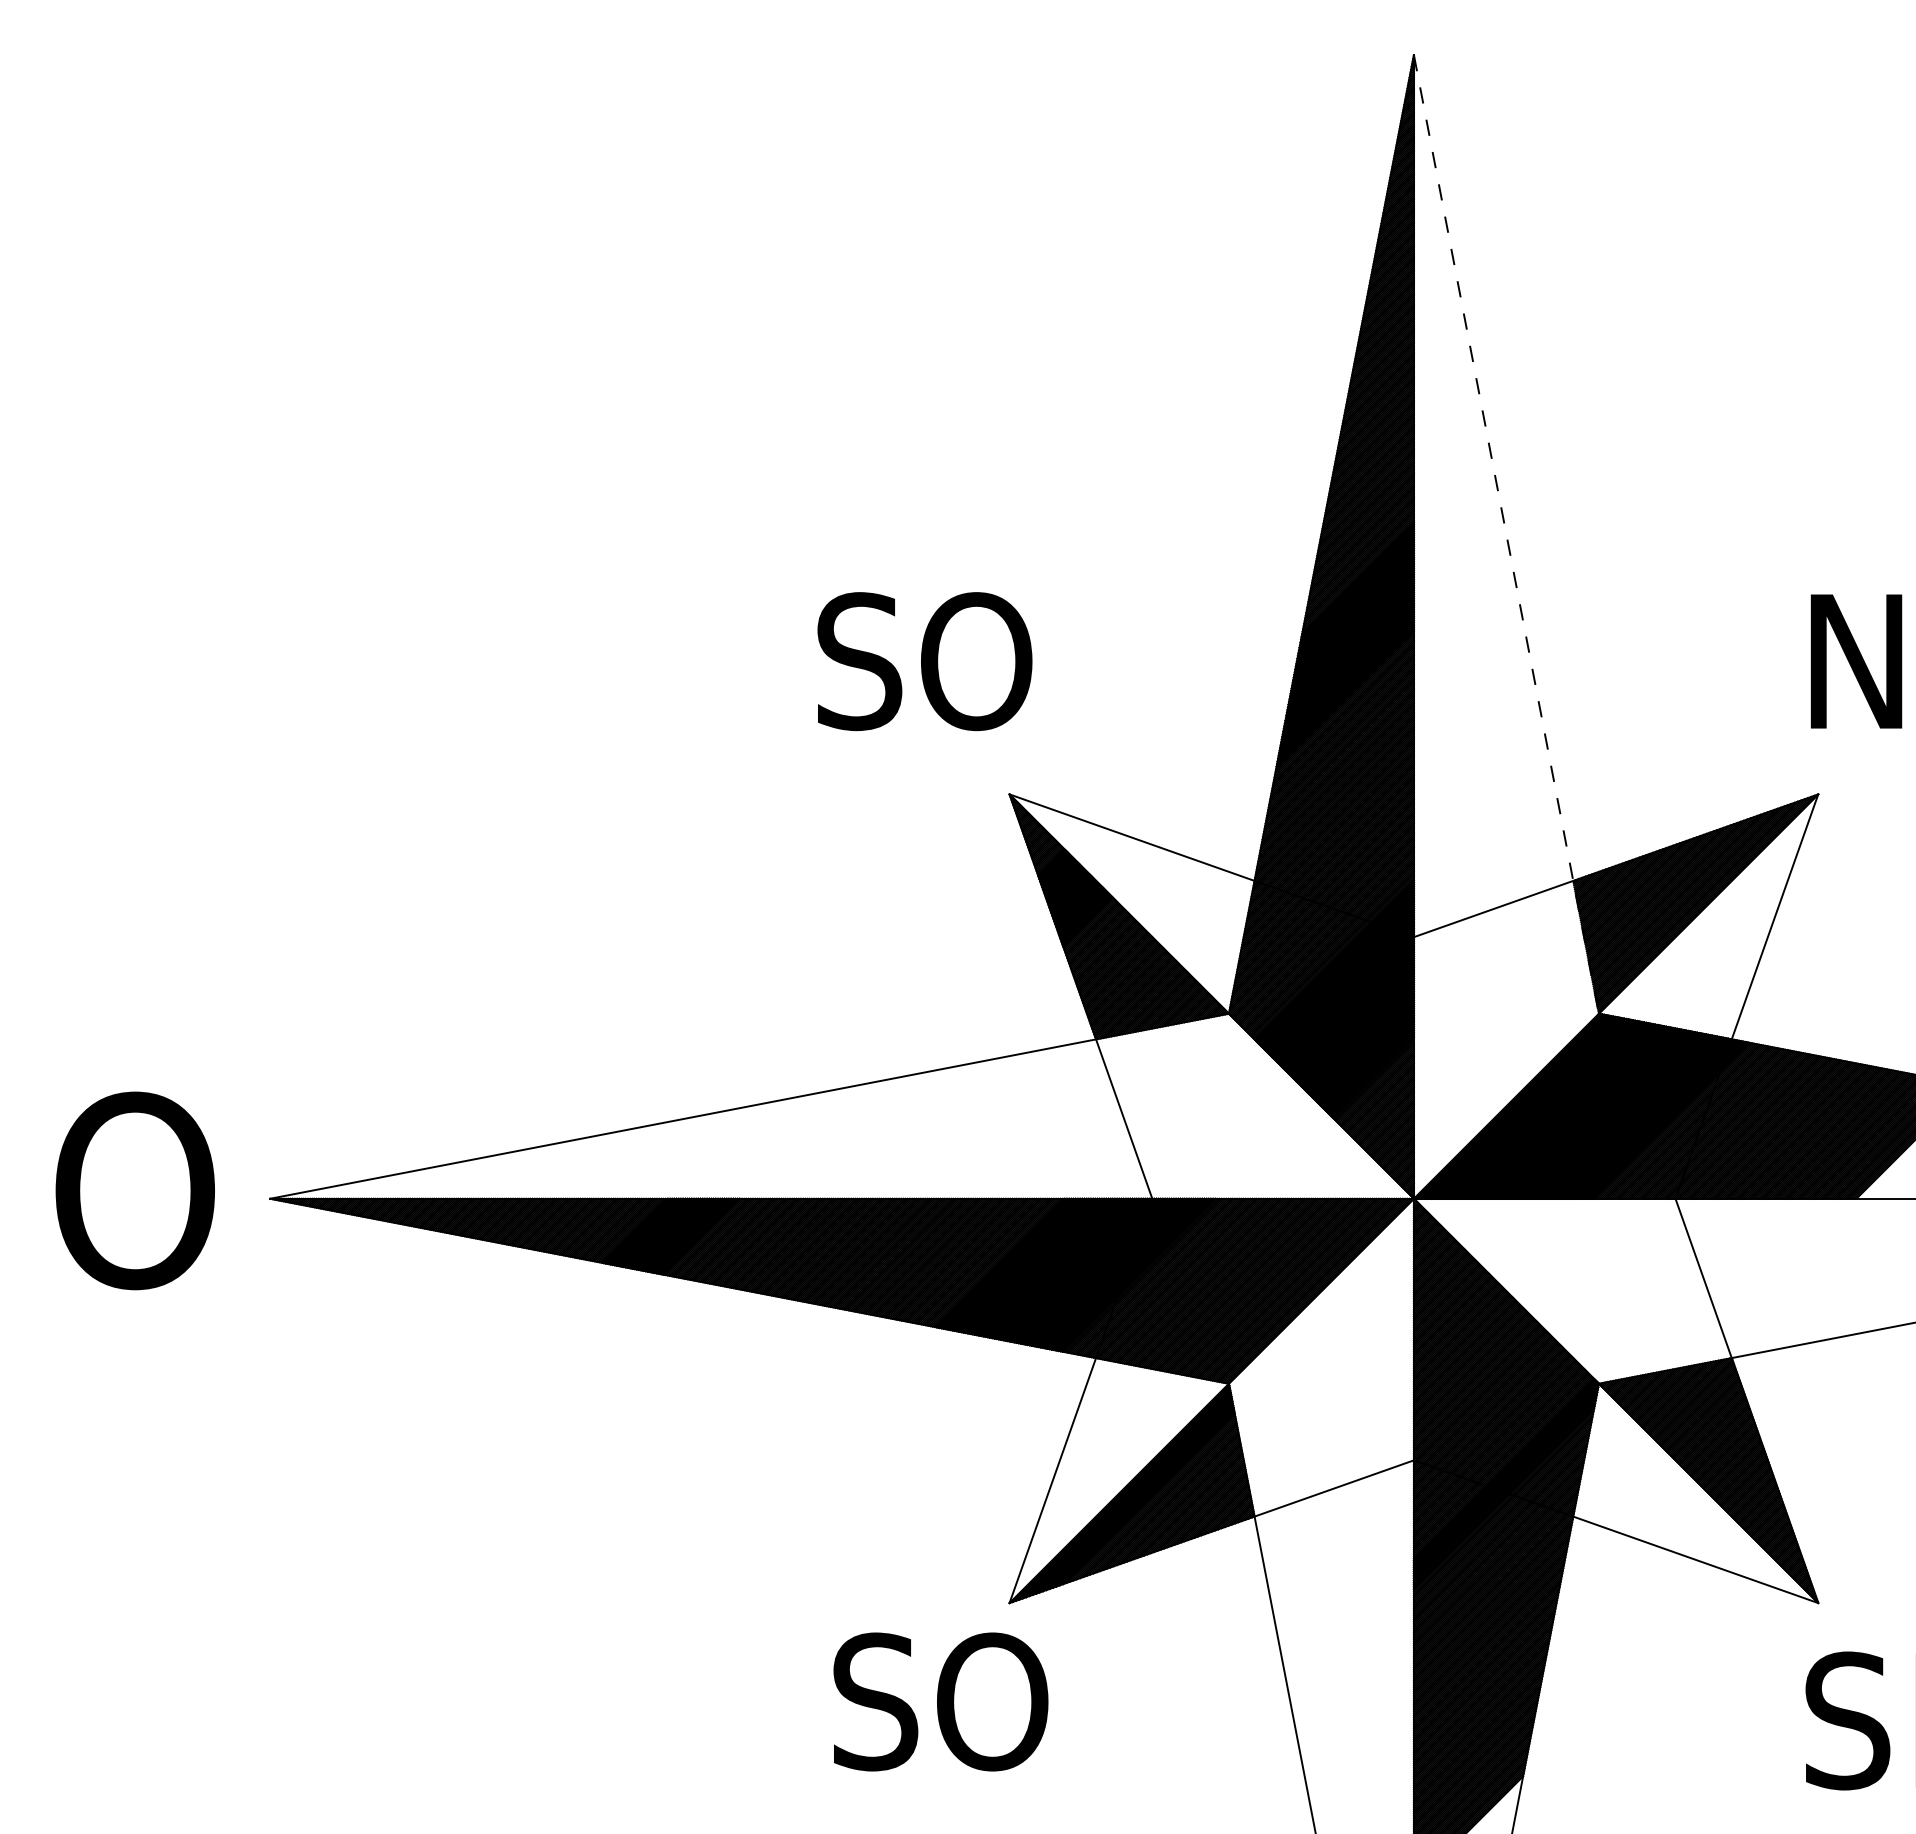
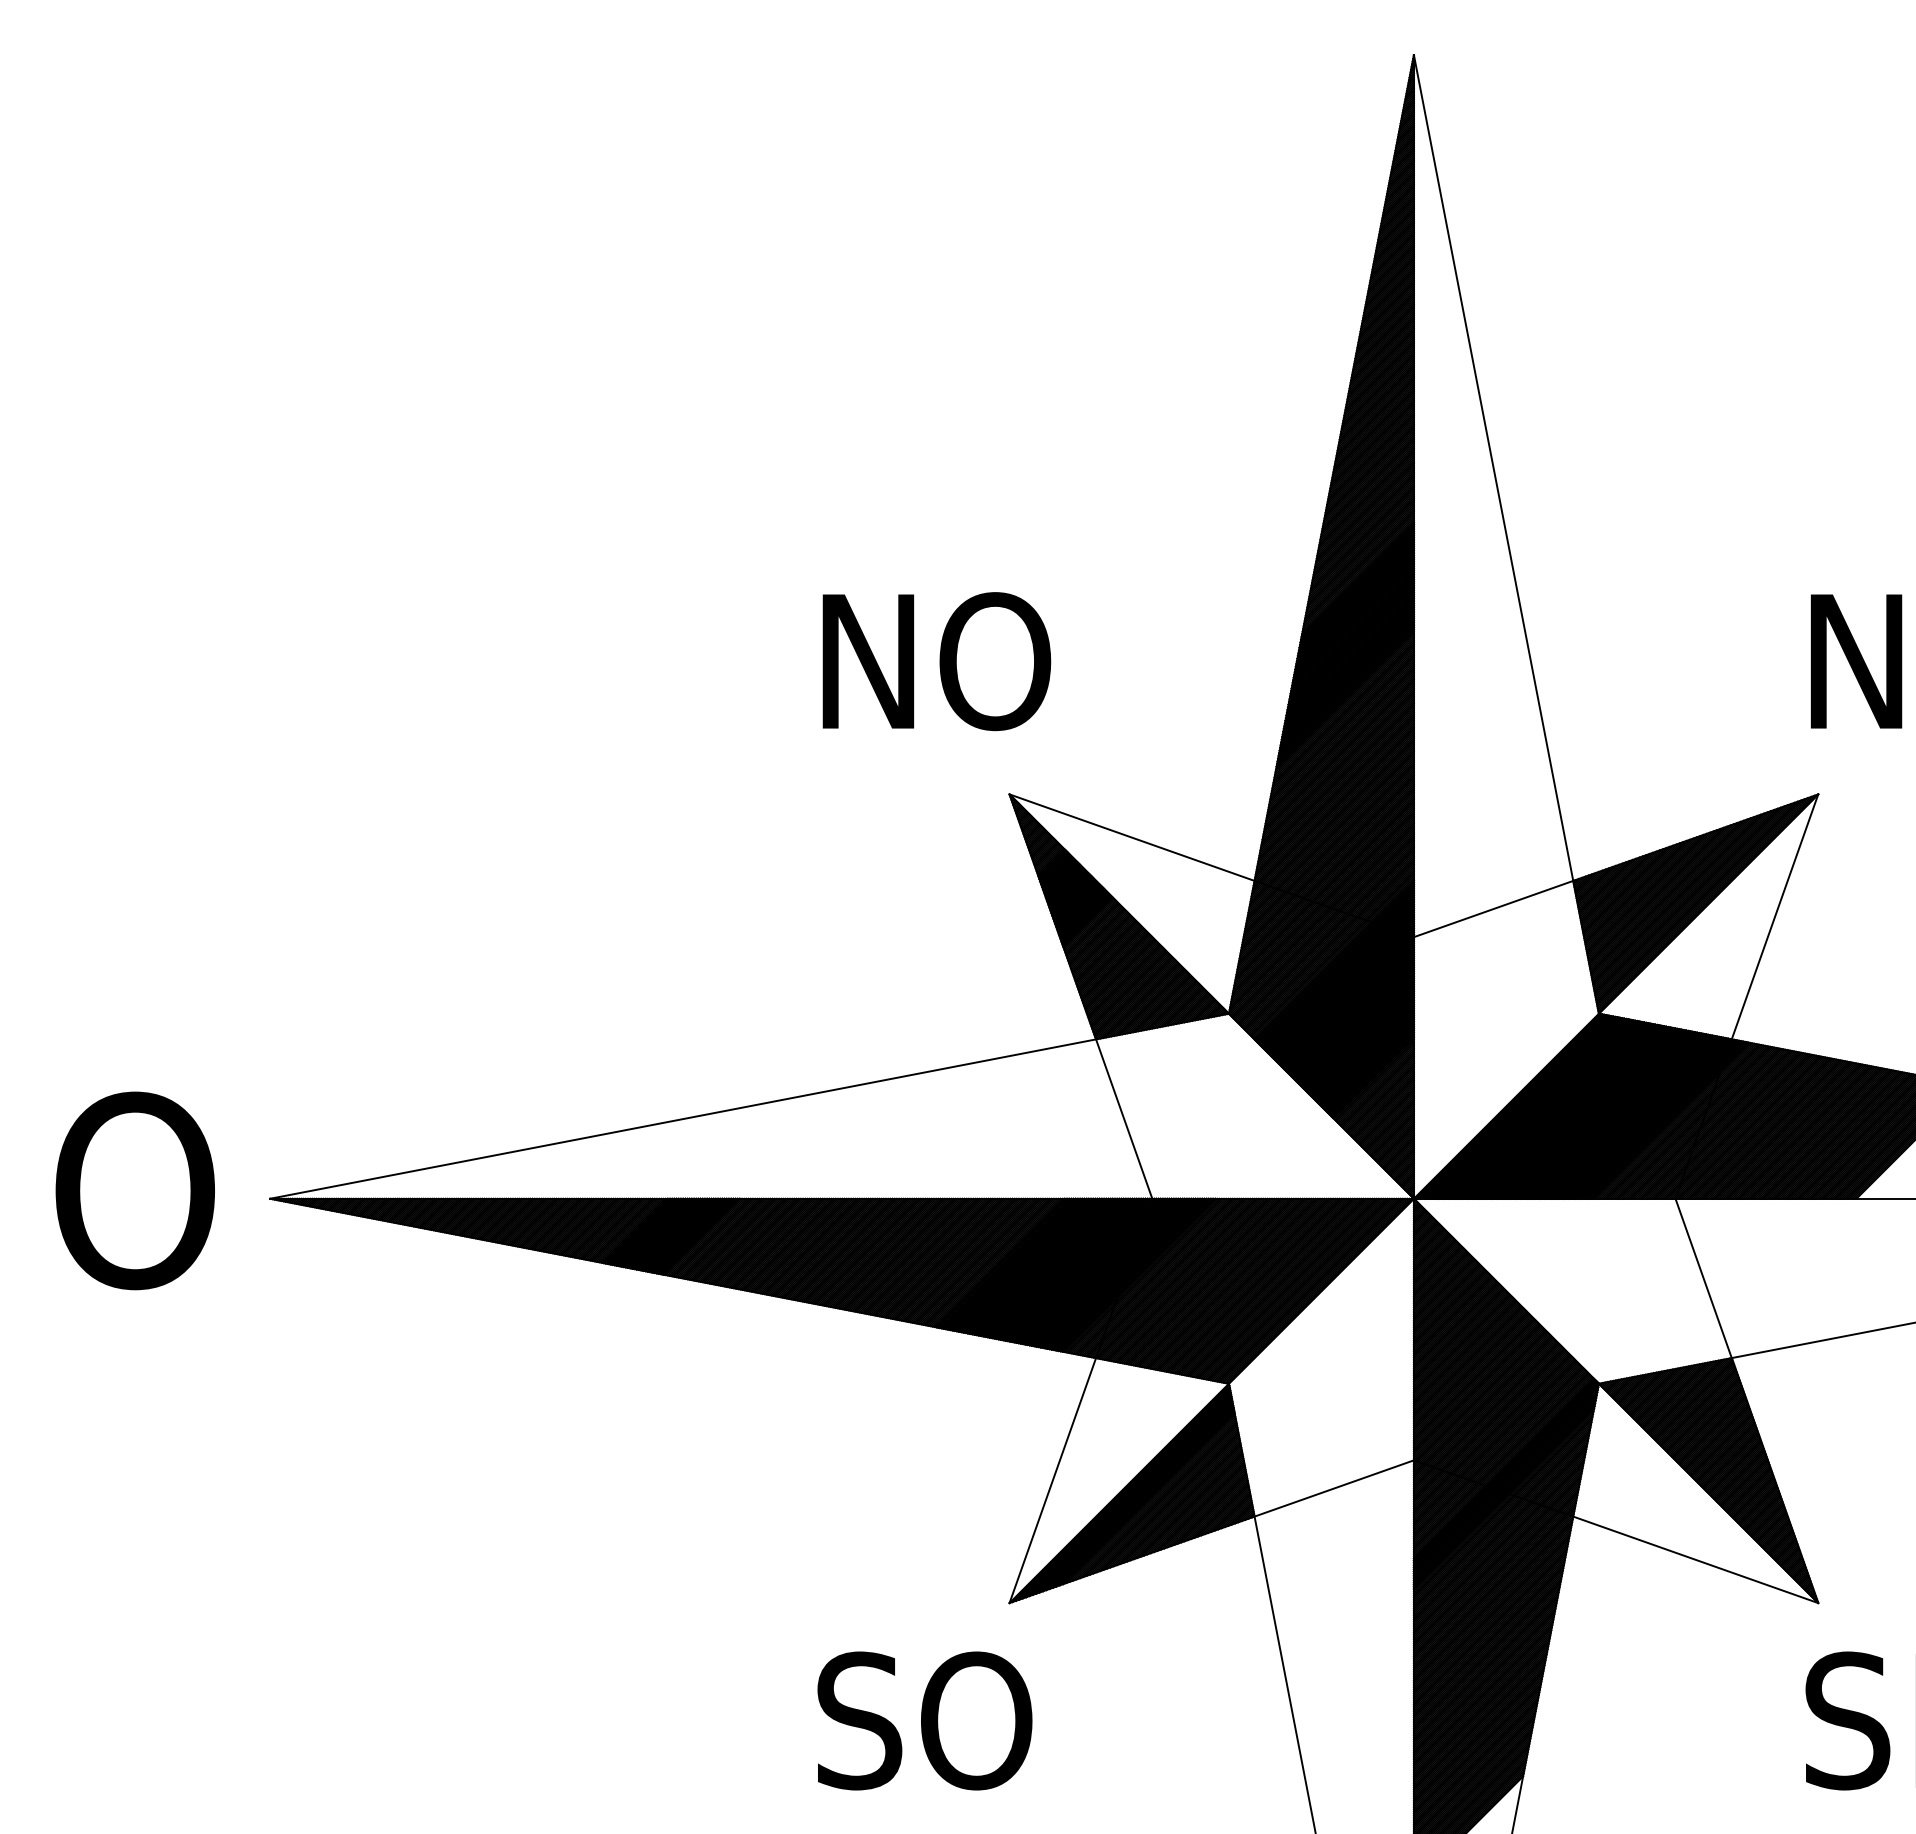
line at (1506, 534): dashed -> solid
text at (934, 661): SO -> NO
text at (940, 1701) position: (940, 1701) -> (924, 1720)
